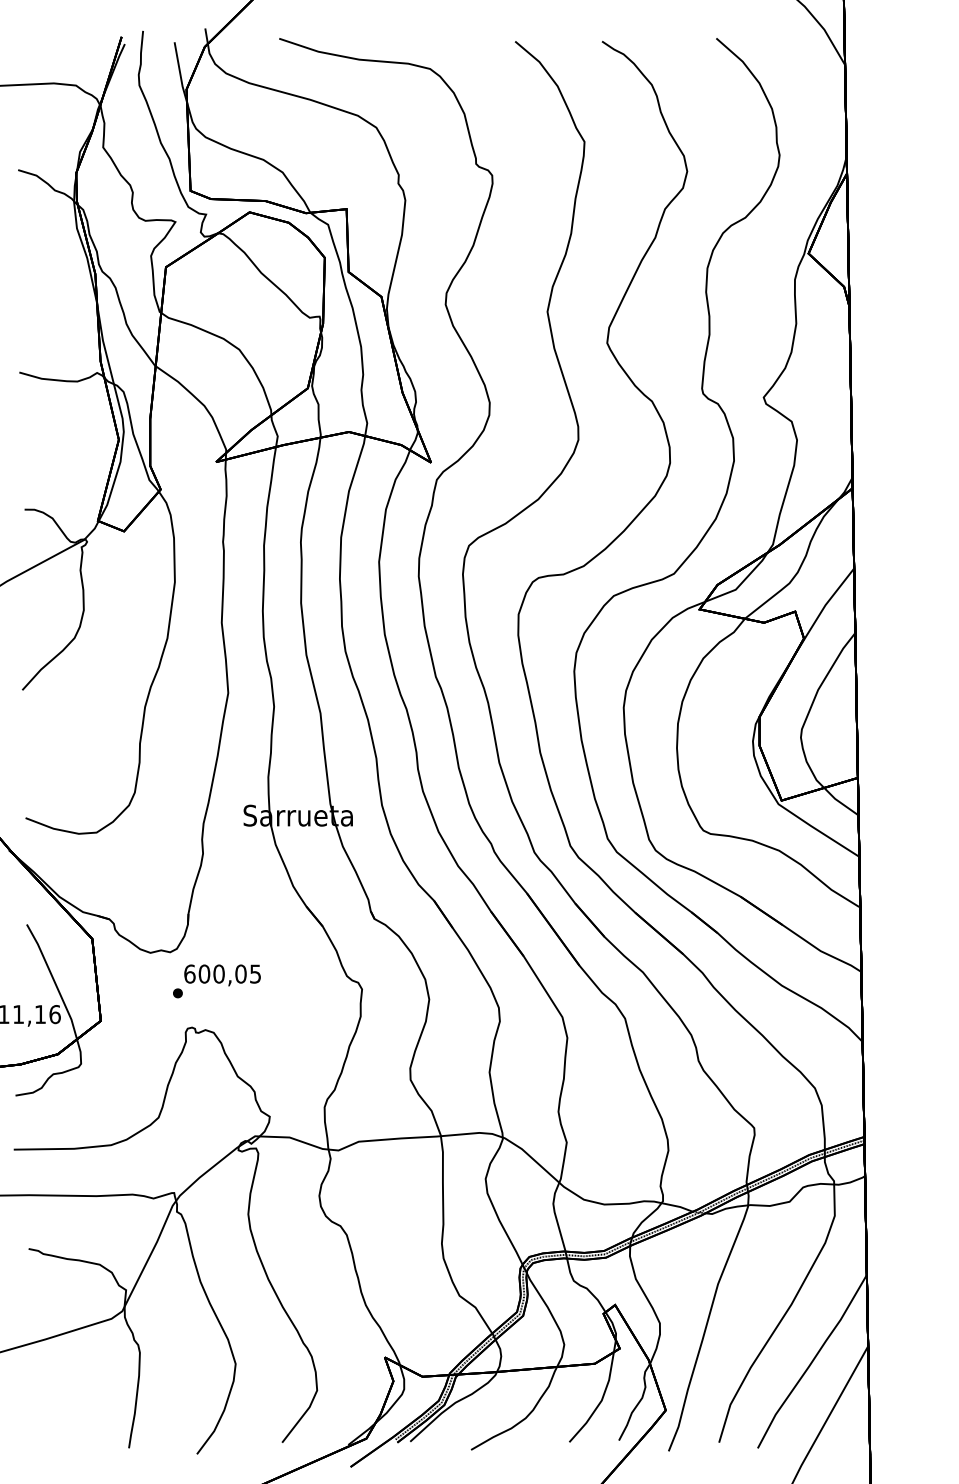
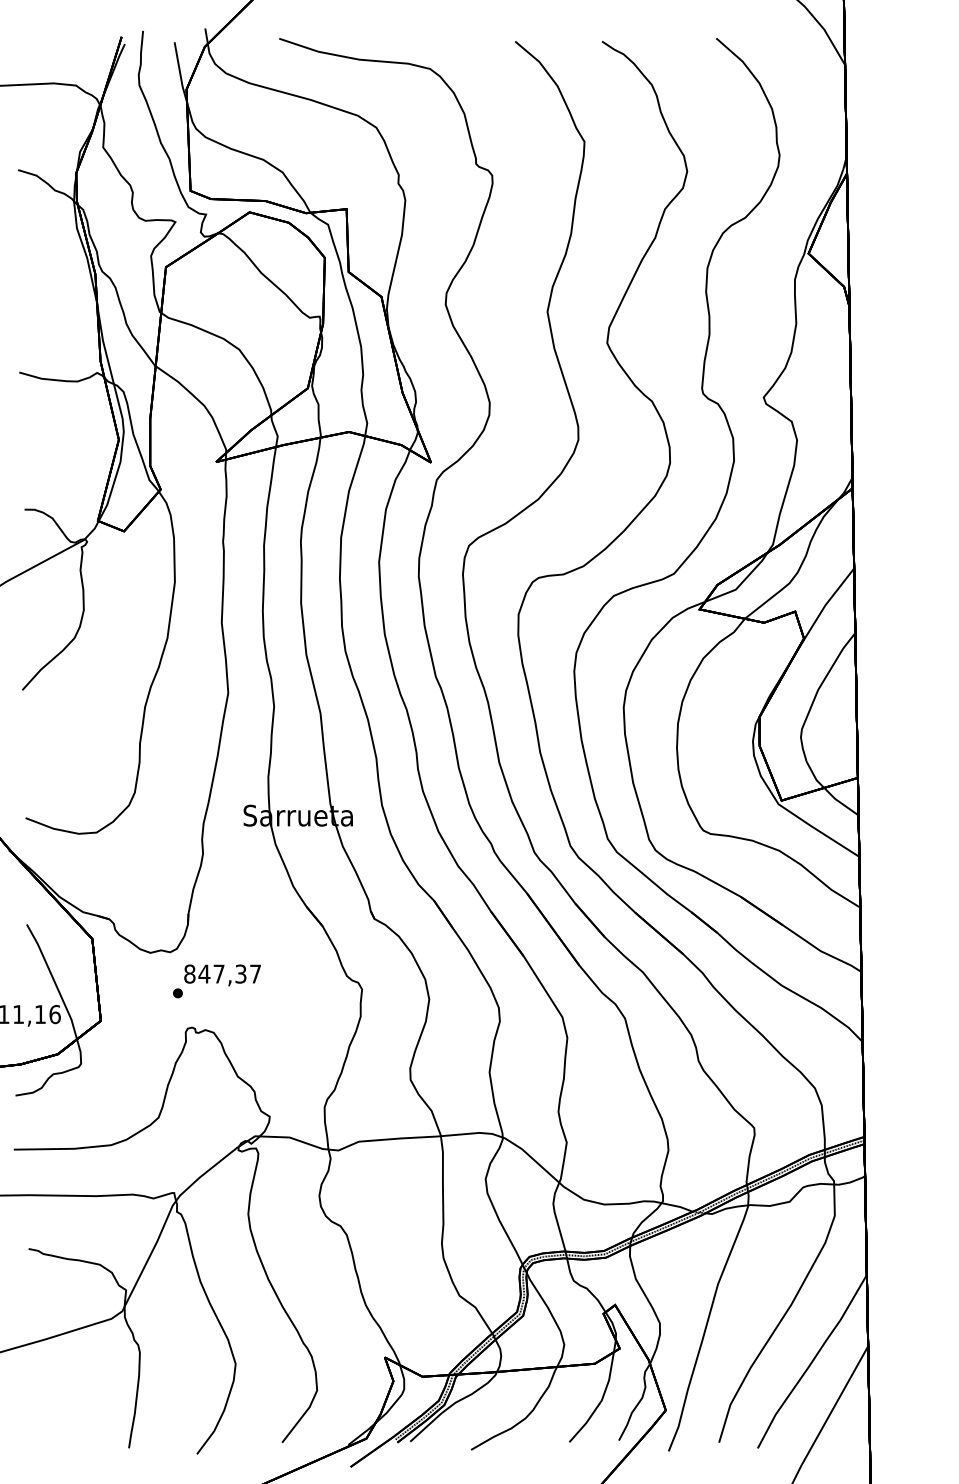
text at (222, 973): 600,05 -> 847,37
